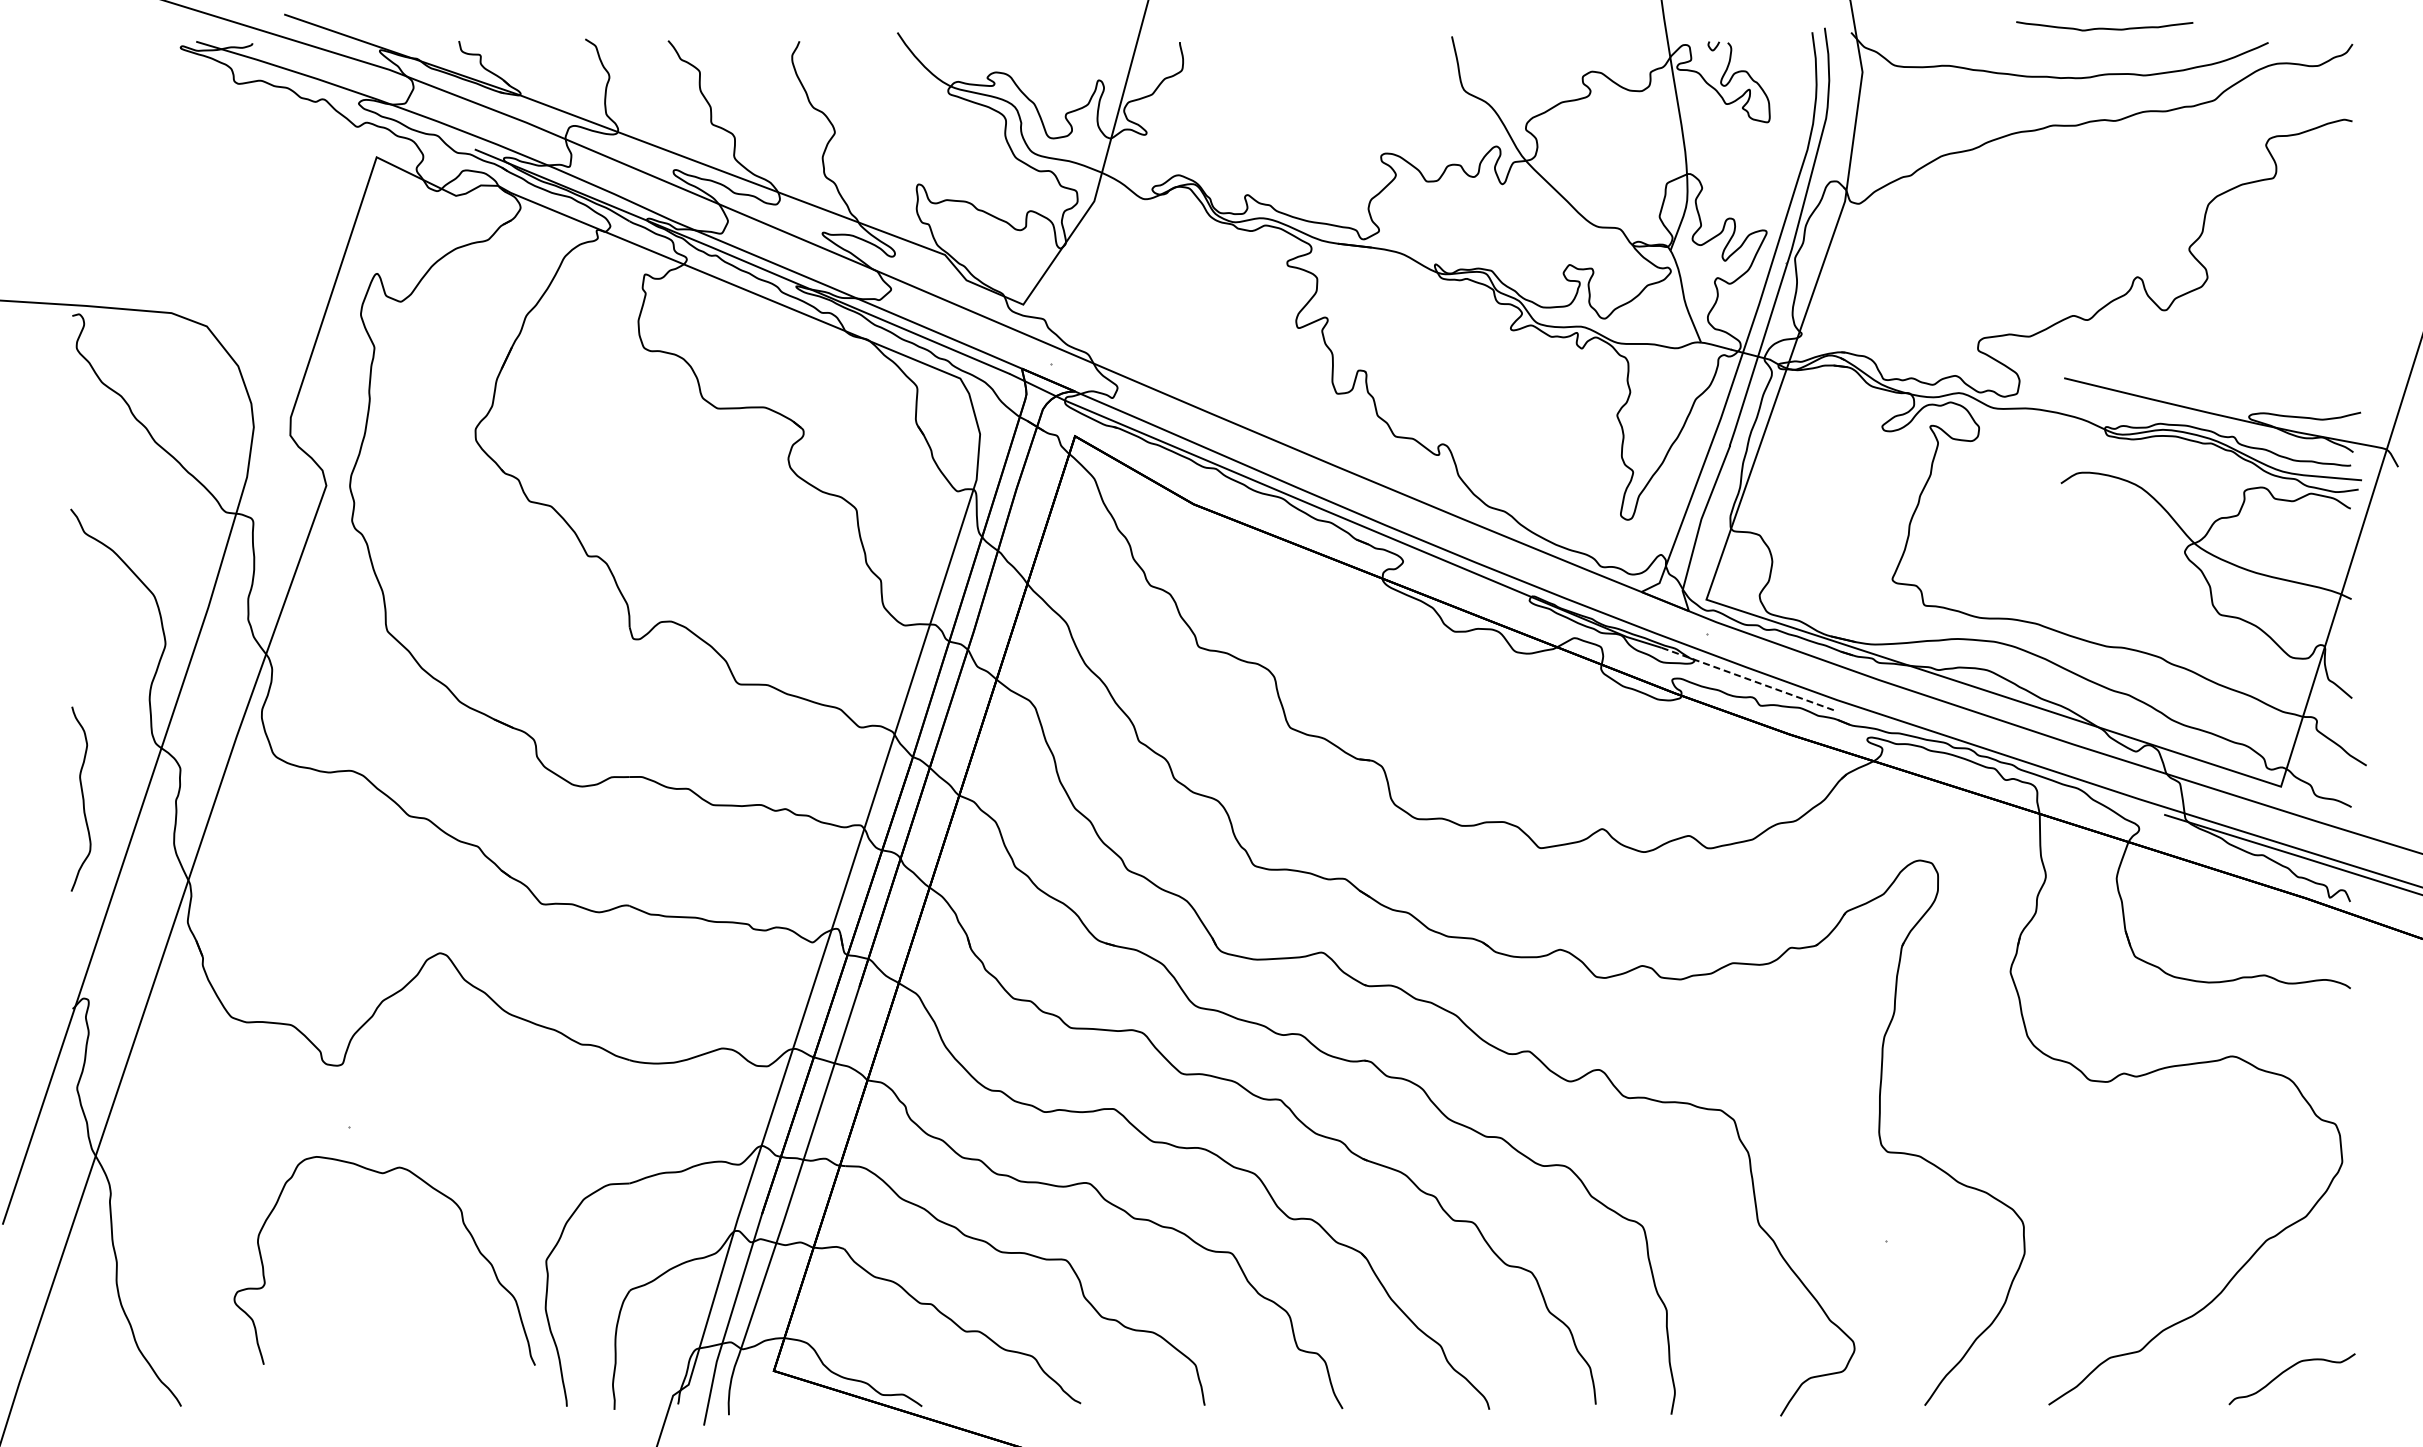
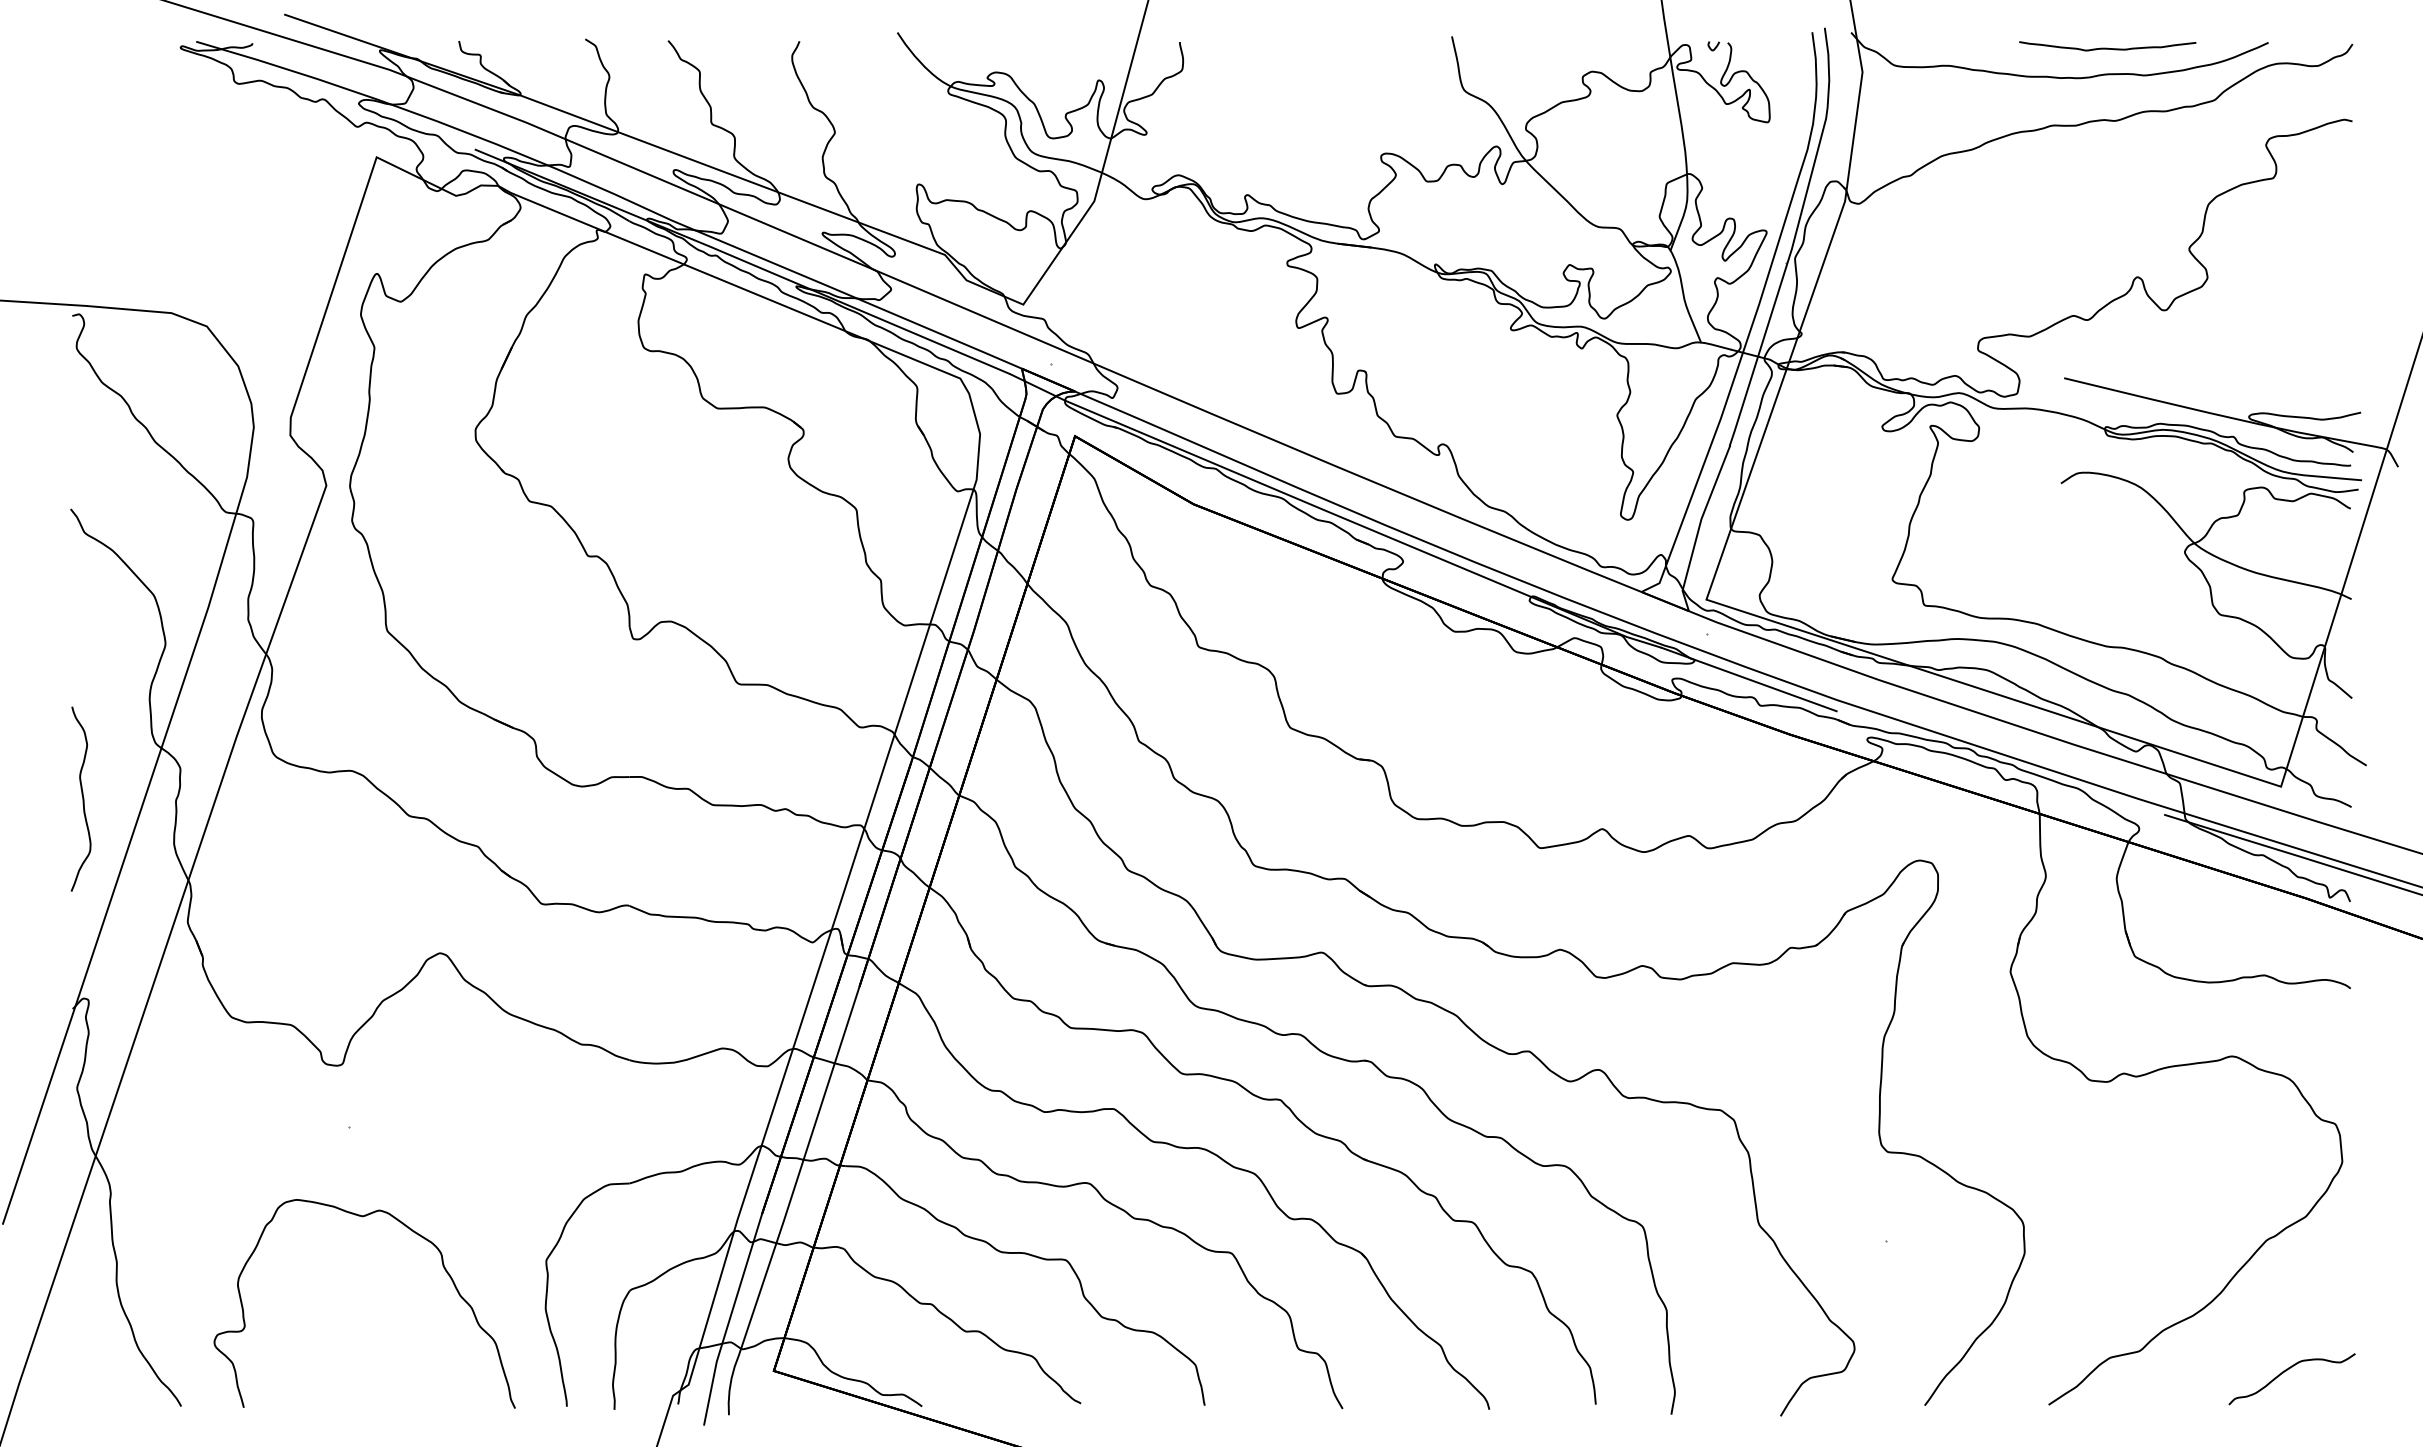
curve at (2104, 27) position: (2104, 27) -> (2107, 47)
line at (1749, 679): dashed -> solid
curve at (382, 1174) position: (382, 1174) -> (362, 1217)
